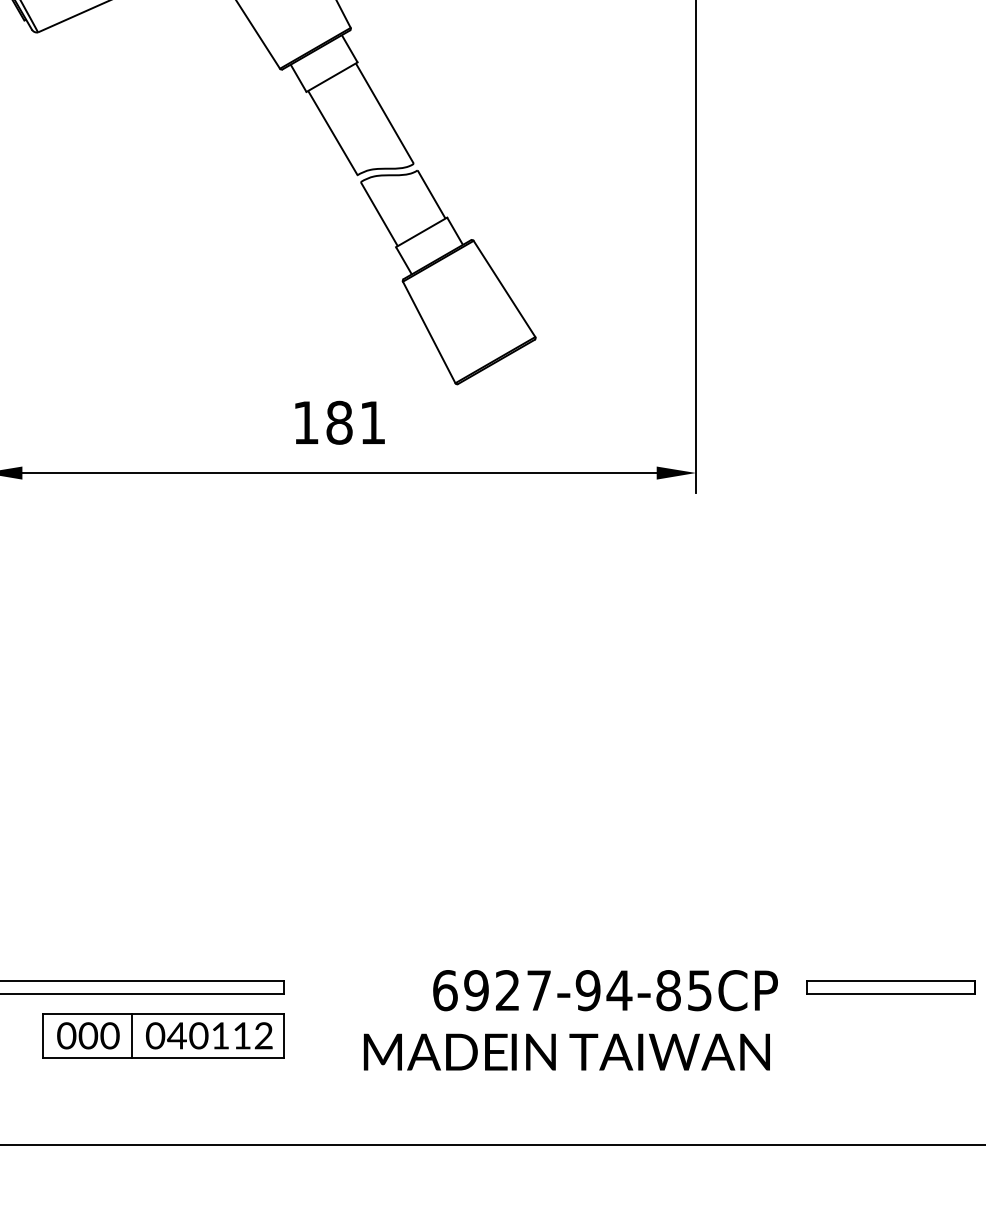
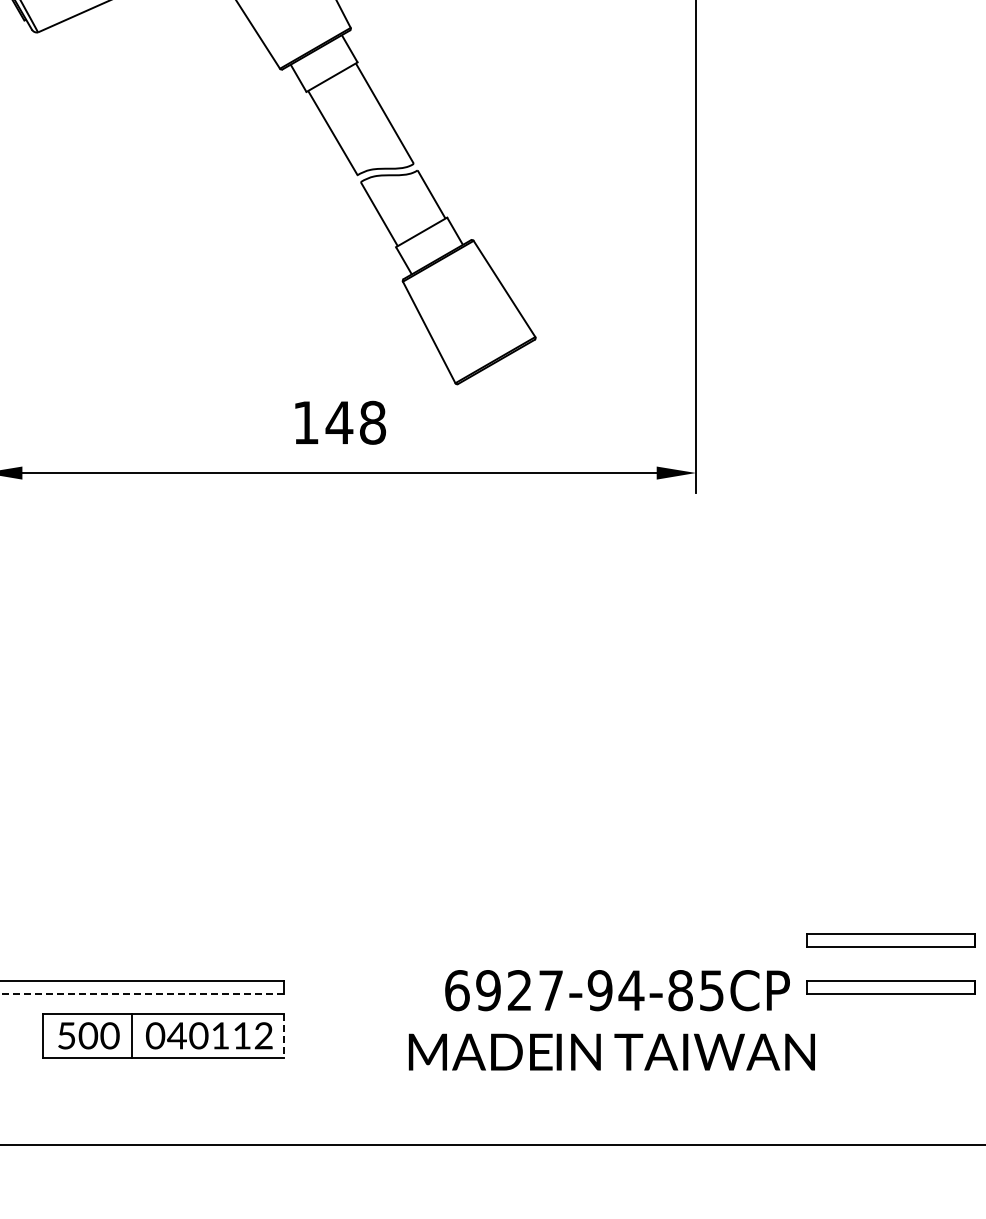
text at (355, 422): 181 -> 148
part at (890, 940): none -> present
text at (605, 990) position: (605, 990) -> (617, 990)
line at (141, 993): solid -> dashed
text at (66, 1035): 000 -> 500
line at (283, 1036): solid -> dashed
text at (566, 1051) position: (566, 1051) -> (611, 1051)
